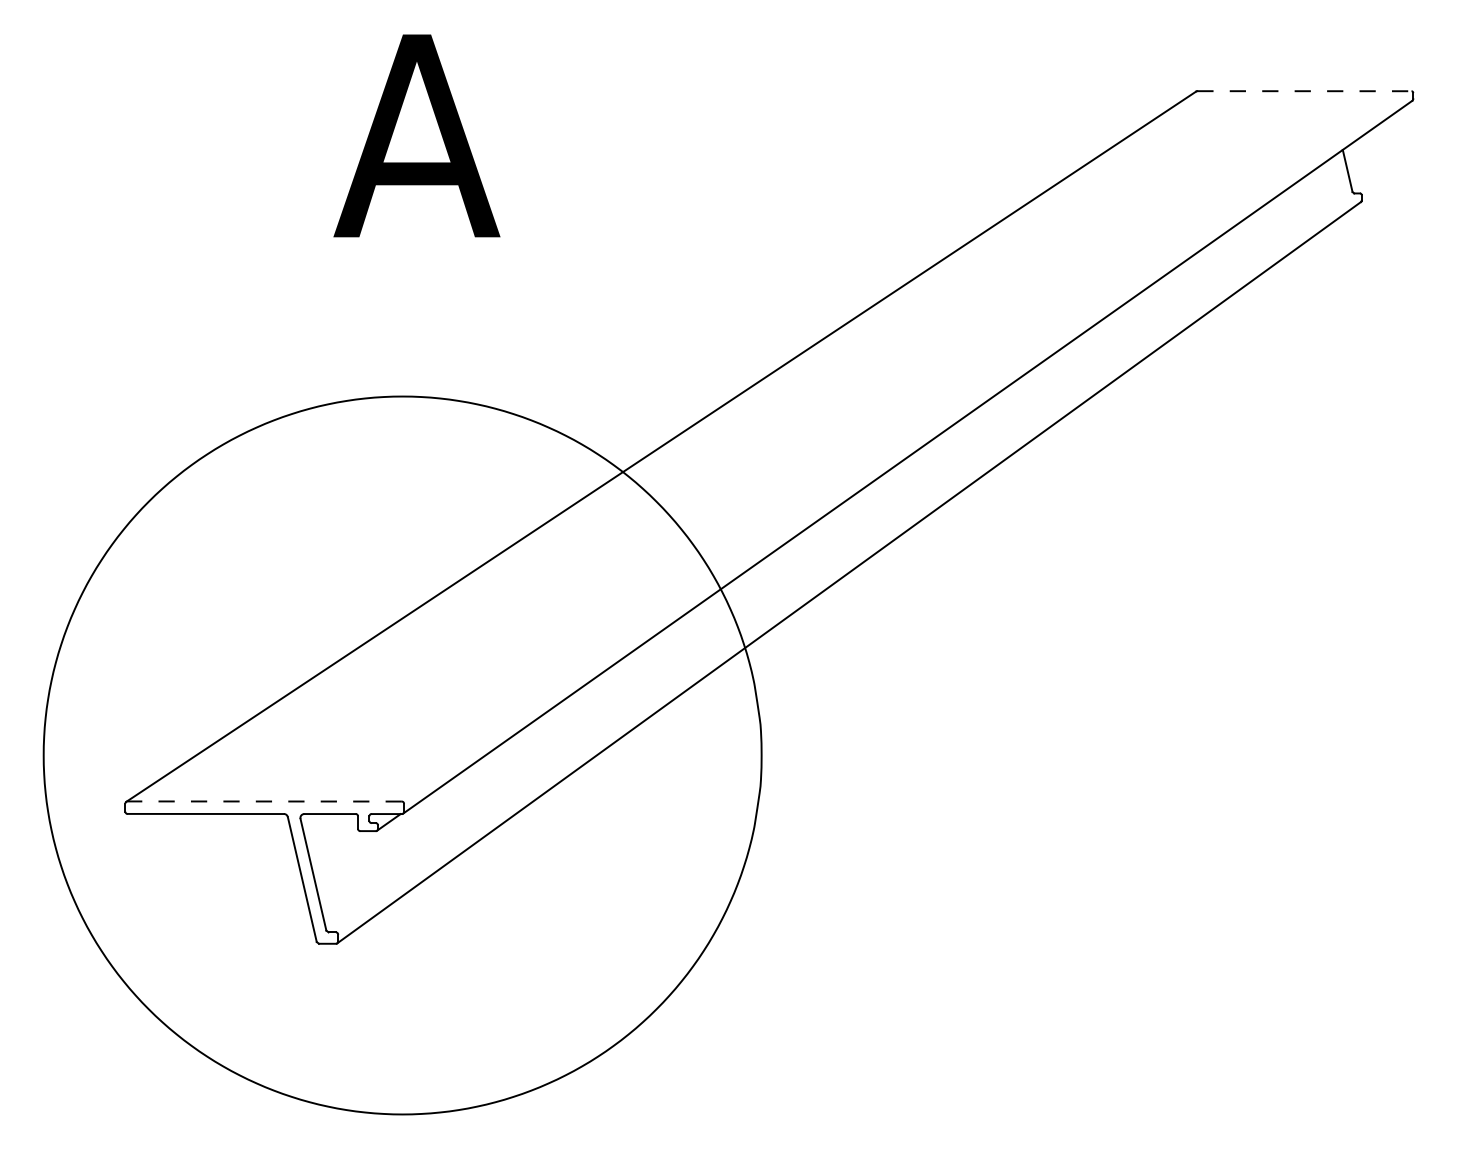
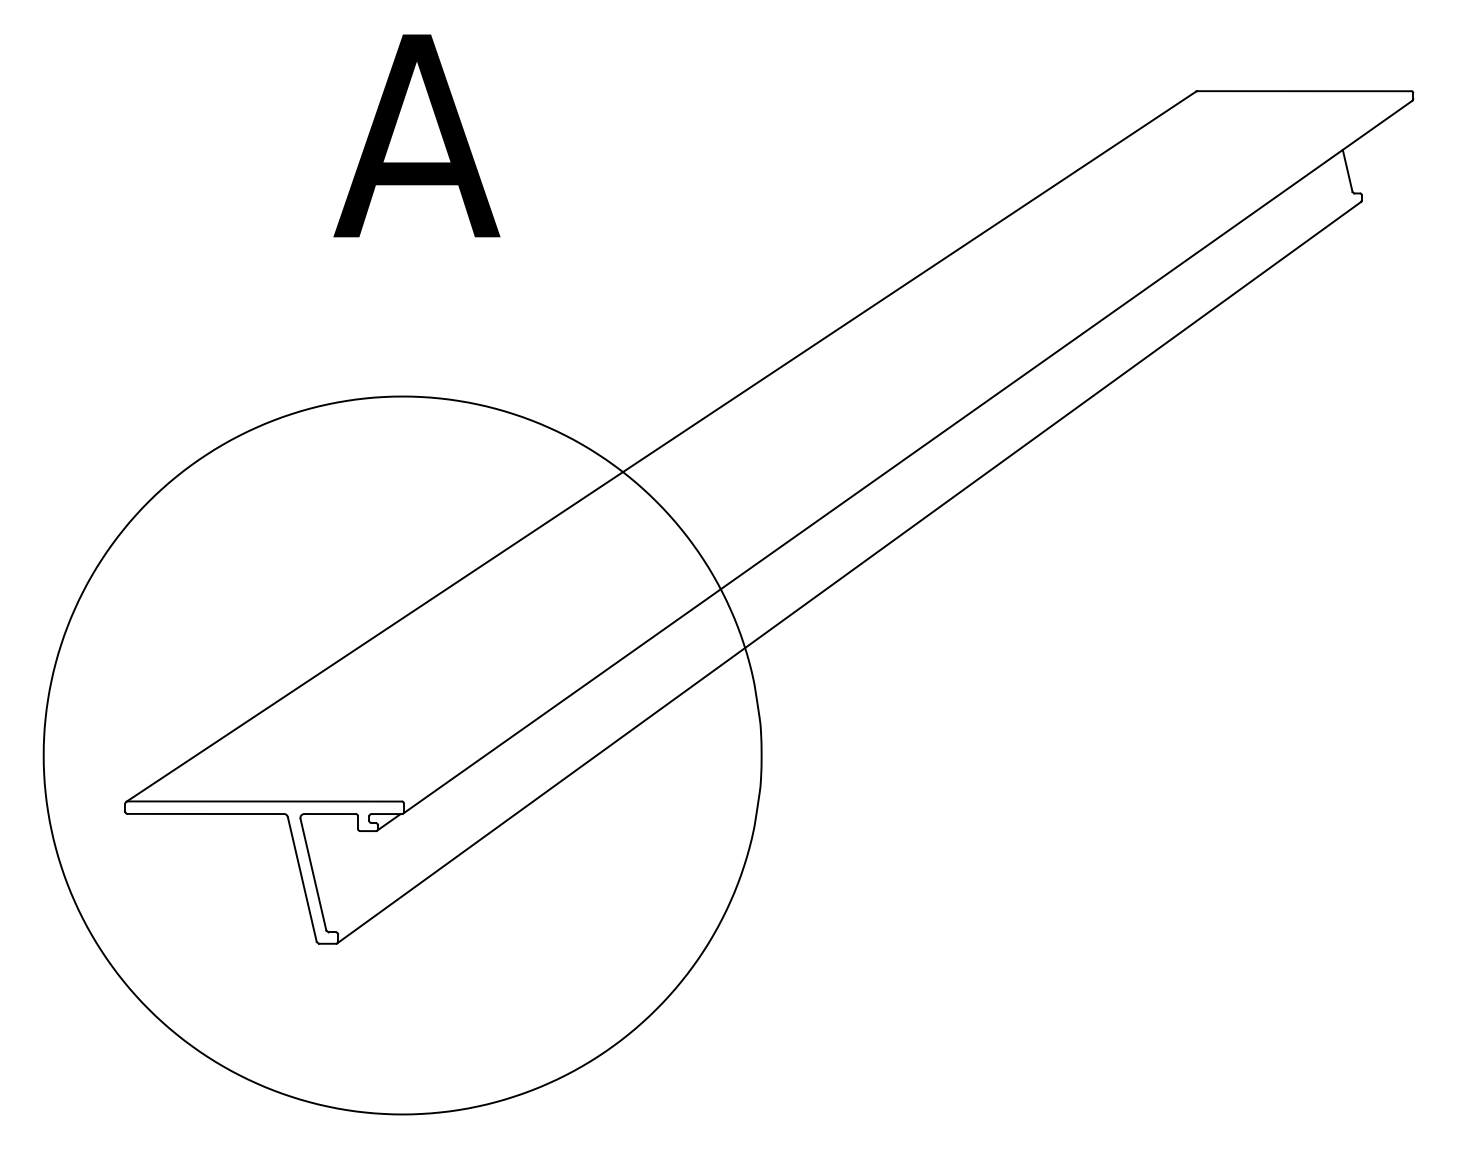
line at (1304, 91): dashed -> solid
line at (264, 801): dashed -> solid
